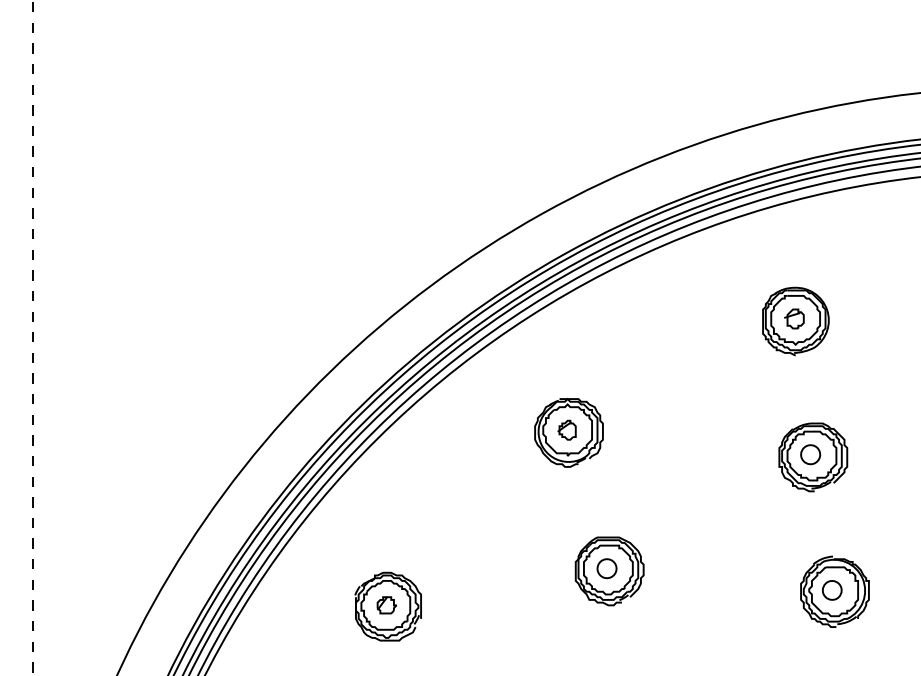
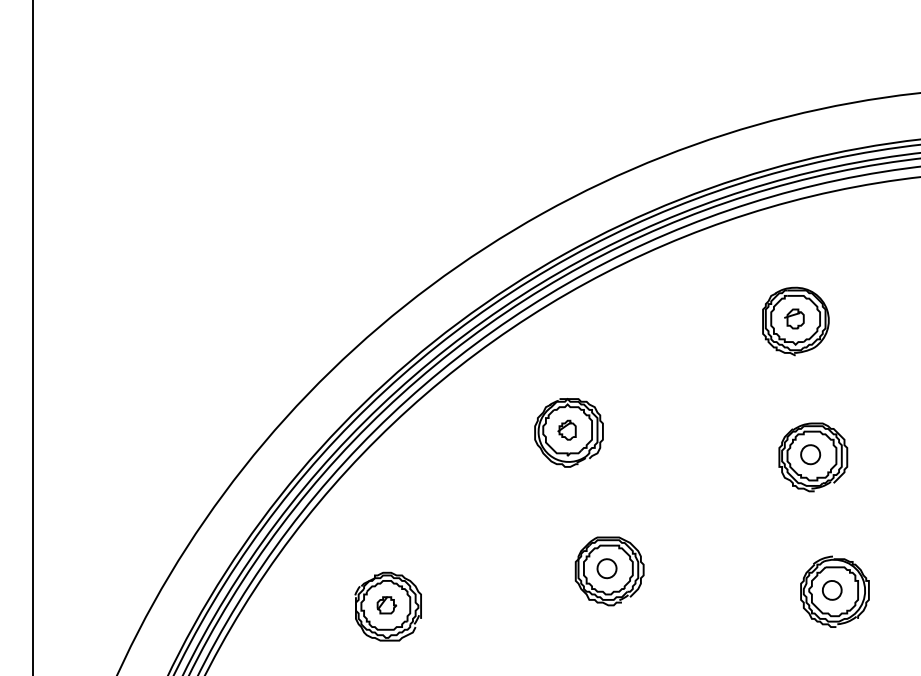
line at (32, 337): dashed -> solid
